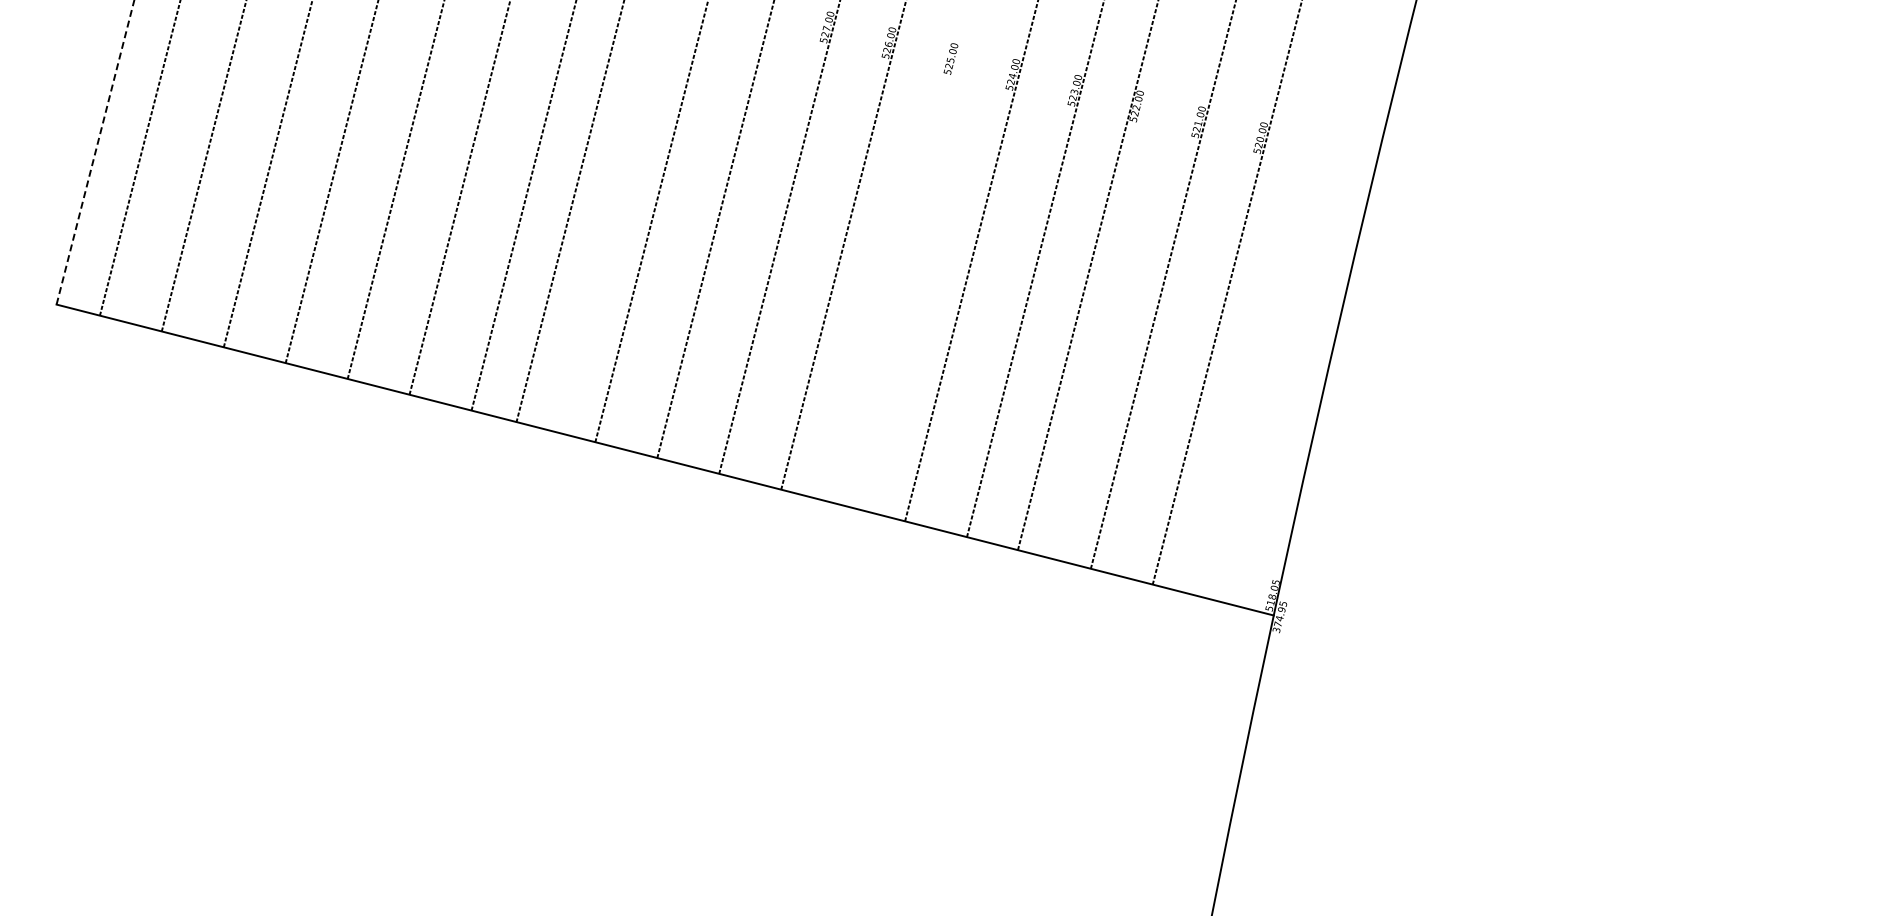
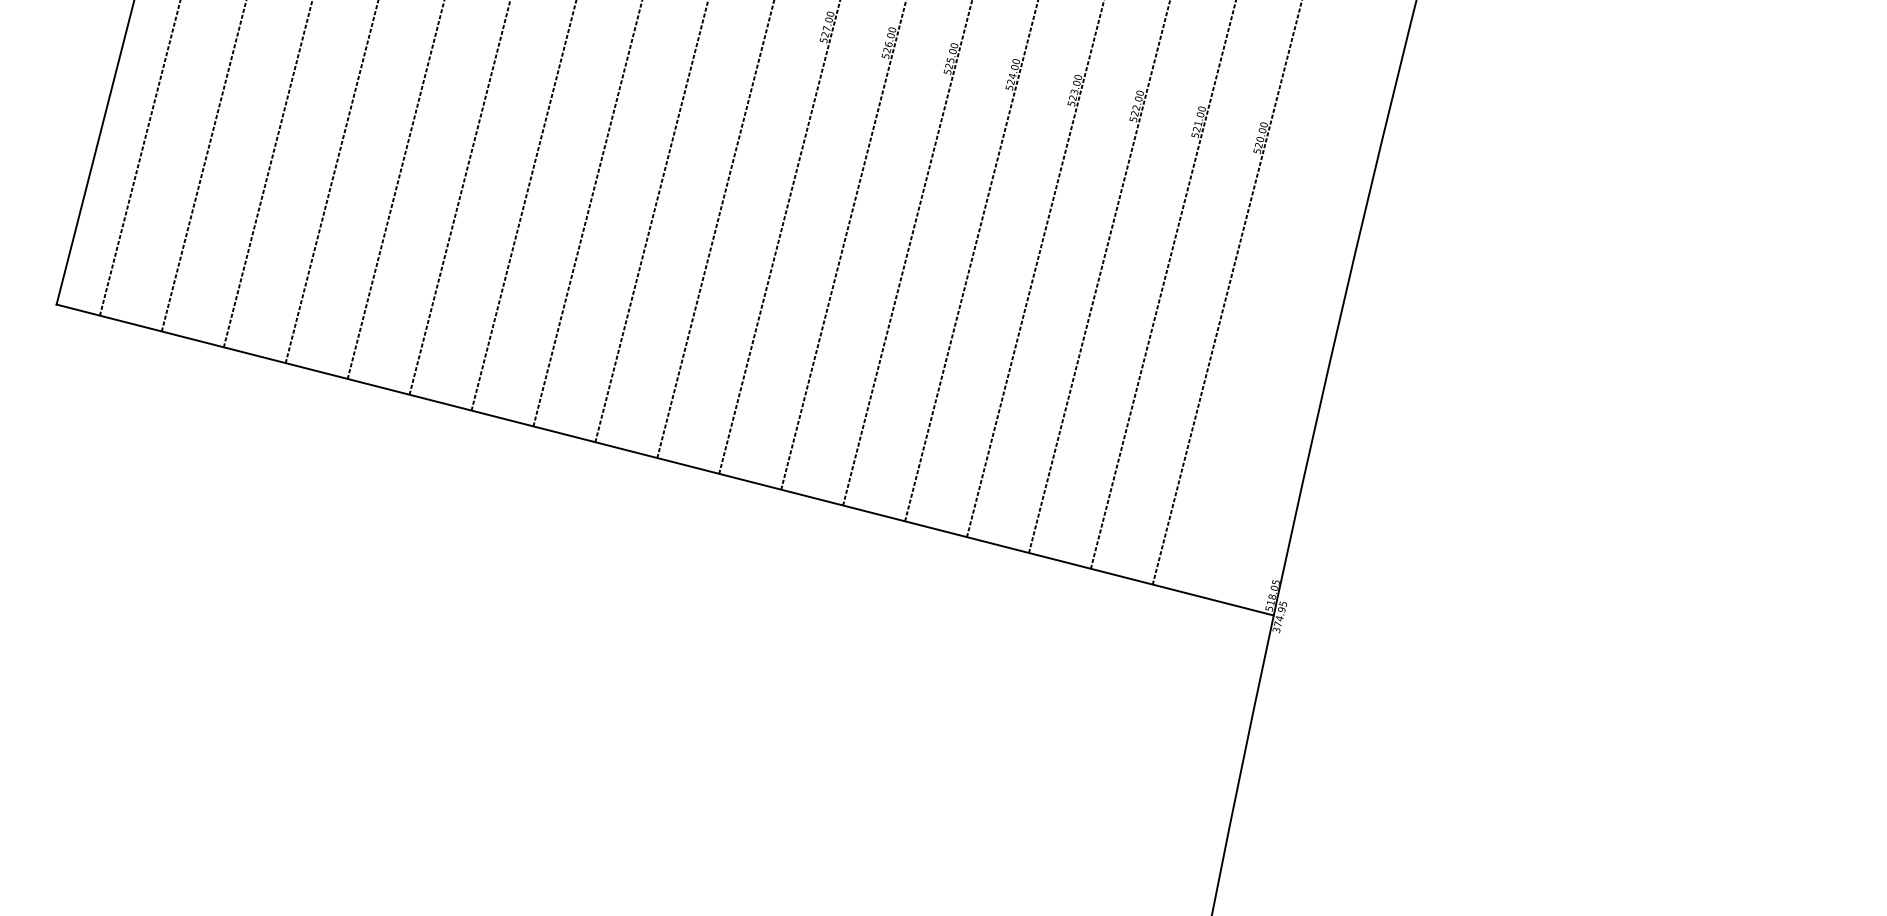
line at (95, 152): dashed -> solid
line at (569, 212) position: (569, 212) -> (587, 214)
line at (907, 253): none -> present
line at (1087, 275) position: (1087, 275) -> (1098, 277)
